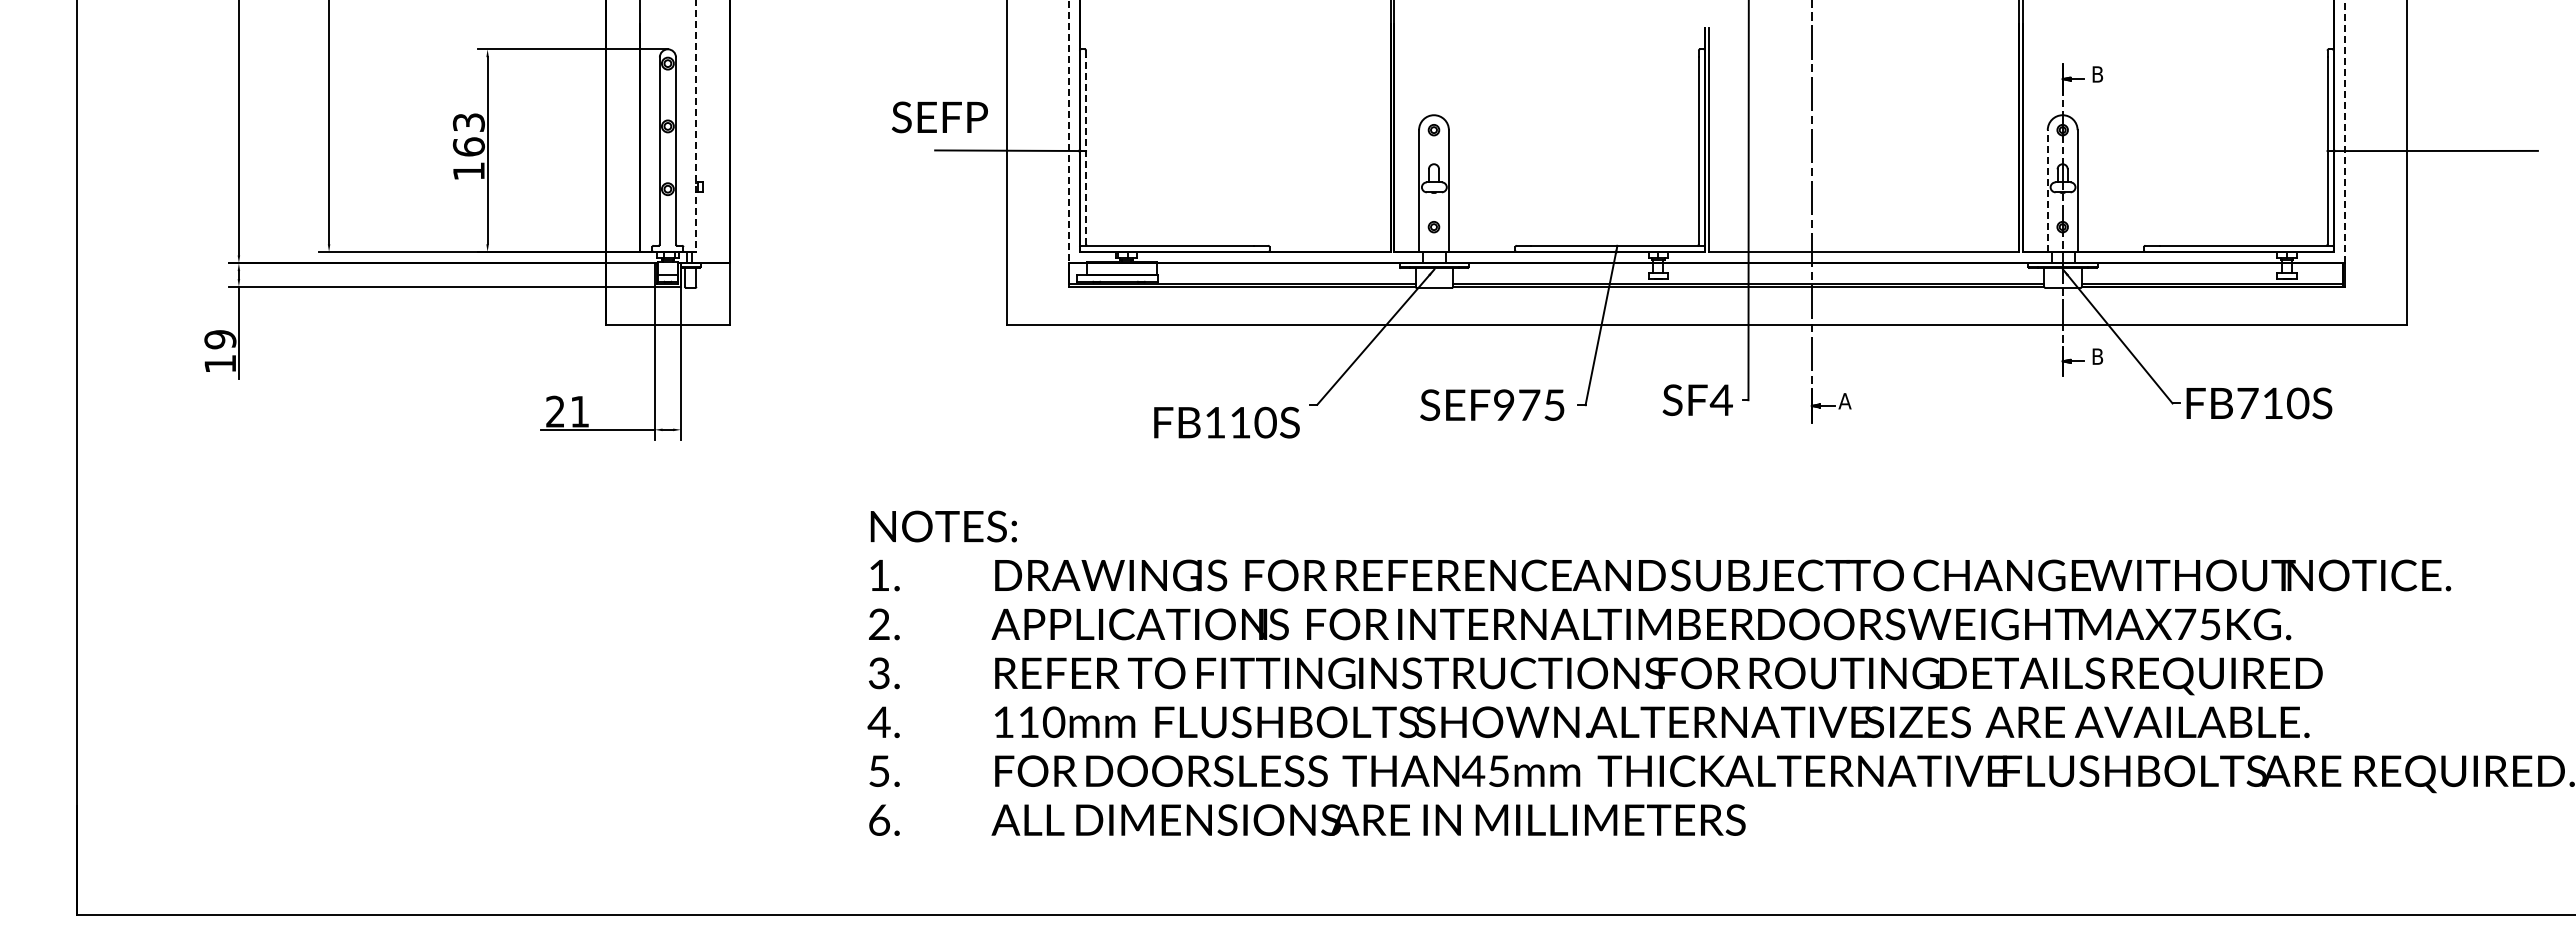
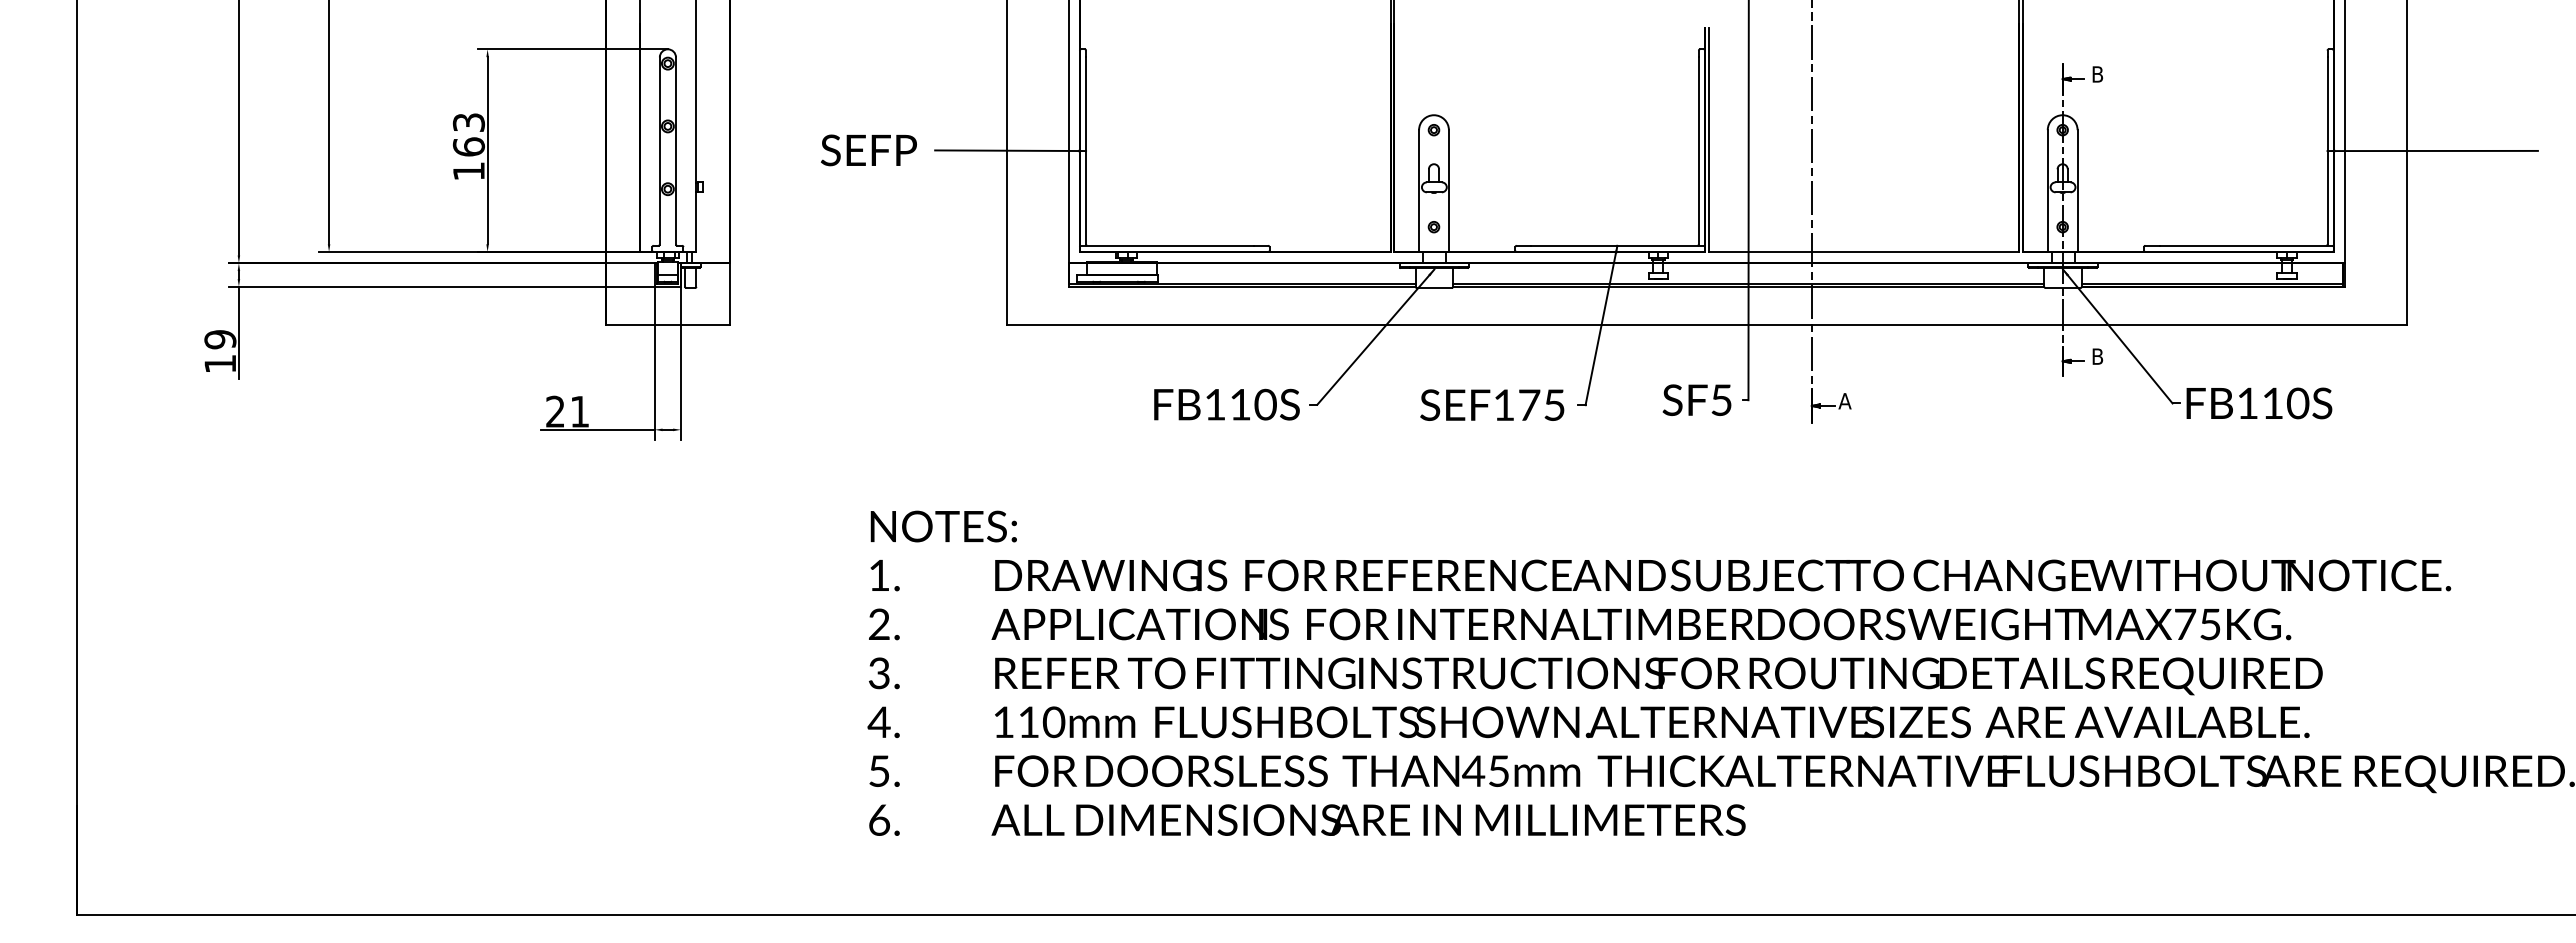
text at (939, 117) position: (939, 117) -> (868, 150)
line at (695, 126): dashed -> solid
line at (2345, 131): dashed -> solid
line at (1069, 132): dashed -> solid
line at (1086, 150): dashed -> solid
line at (2047, 191): dashed -> solid
text at (1720, 400): SF4 -> SF5
text at (2247, 403): FB710S -> FB110S
text at (1504, 404): SEF975 -> SEF175
text at (1226, 422) position: (1226, 422) -> (1226, 404)
